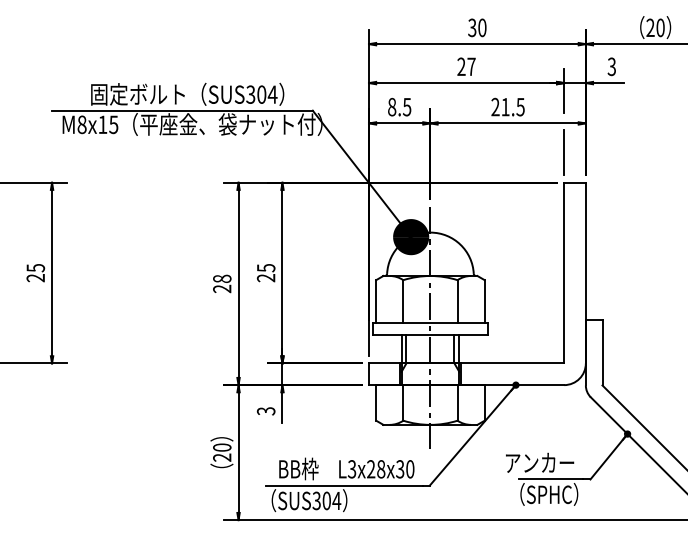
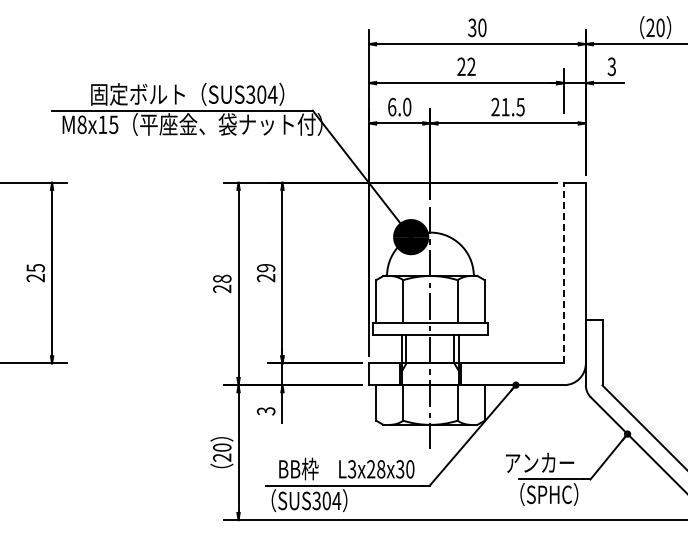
text at (471, 66): 27 -> 22
text at (399, 106): 8.5 -> 6.0
line at (564, 152): present -> none
text at (265, 268): 25 -> 29
line at (564, 272): solid -> dashed
